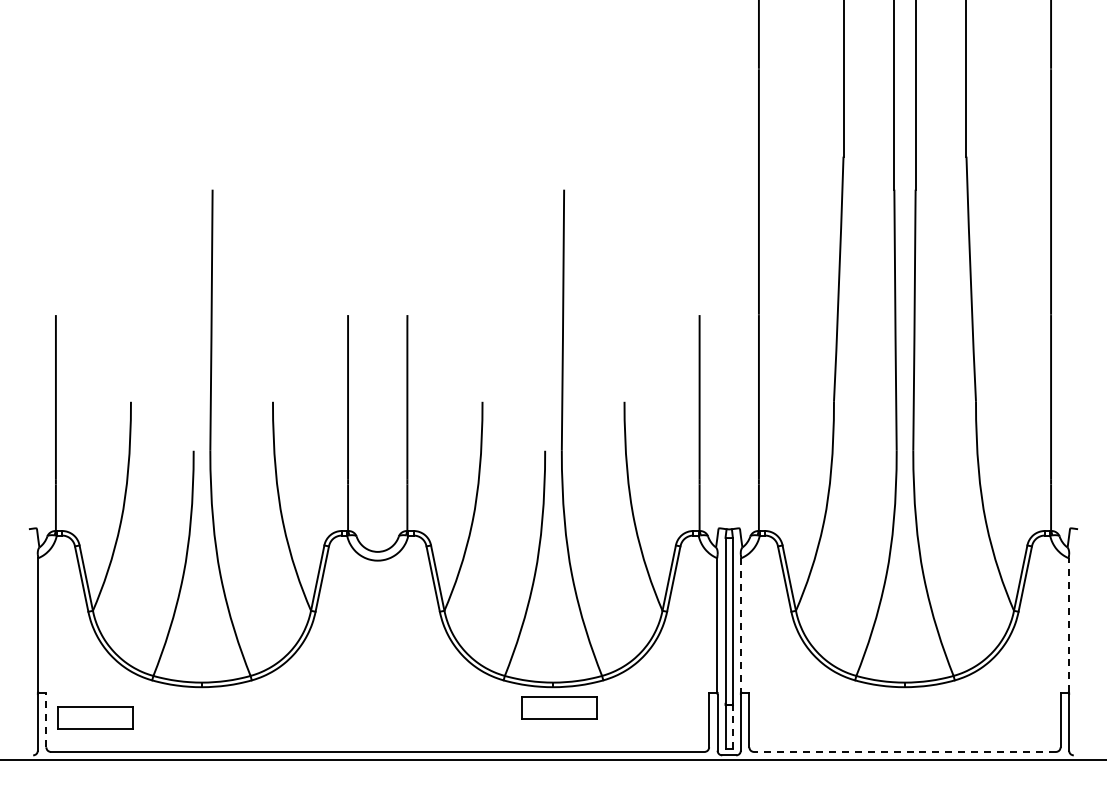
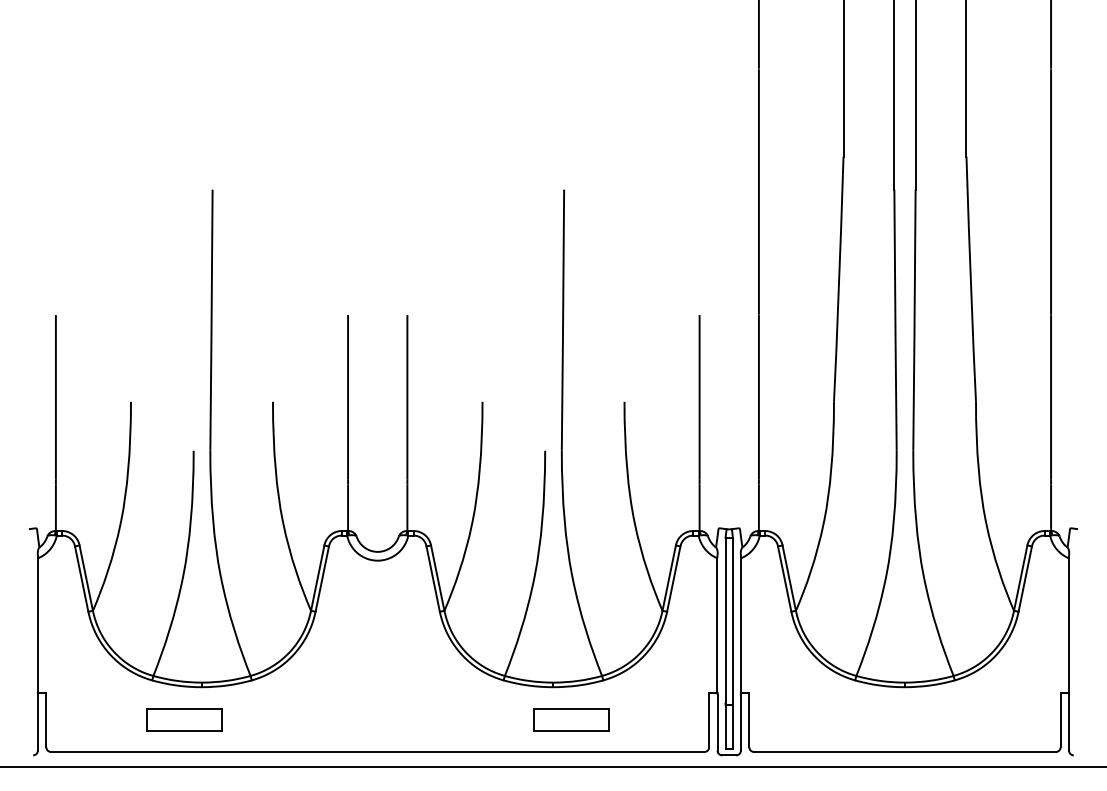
line at (1068, 624): dashed -> solid
line at (741, 625): dashed -> solid
part at (559, 707) position: (559, 707) -> (571, 719)
part at (95, 717) position: (95, 717) -> (184, 719)
line at (46, 719): dashed -> solid
line at (732, 727): dashed -> solid
line at (904, 751): dashed -> solid
line at (552, 760) position: (552, 760) -> (552, 767)
